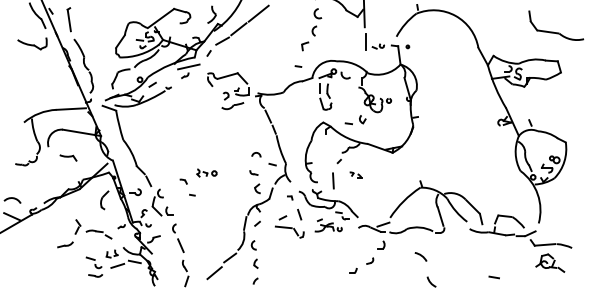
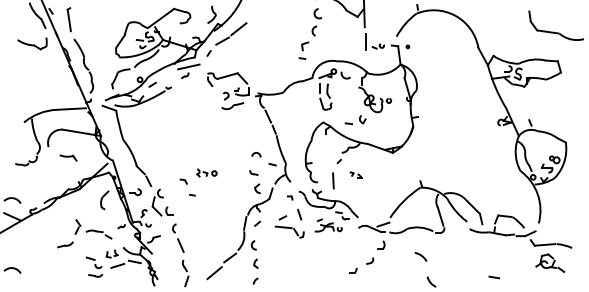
line at (258, 13): present -> none
line at (298, 66) position: (298, 66) -> (302, 58)
arc at (13, 269): none -> present
